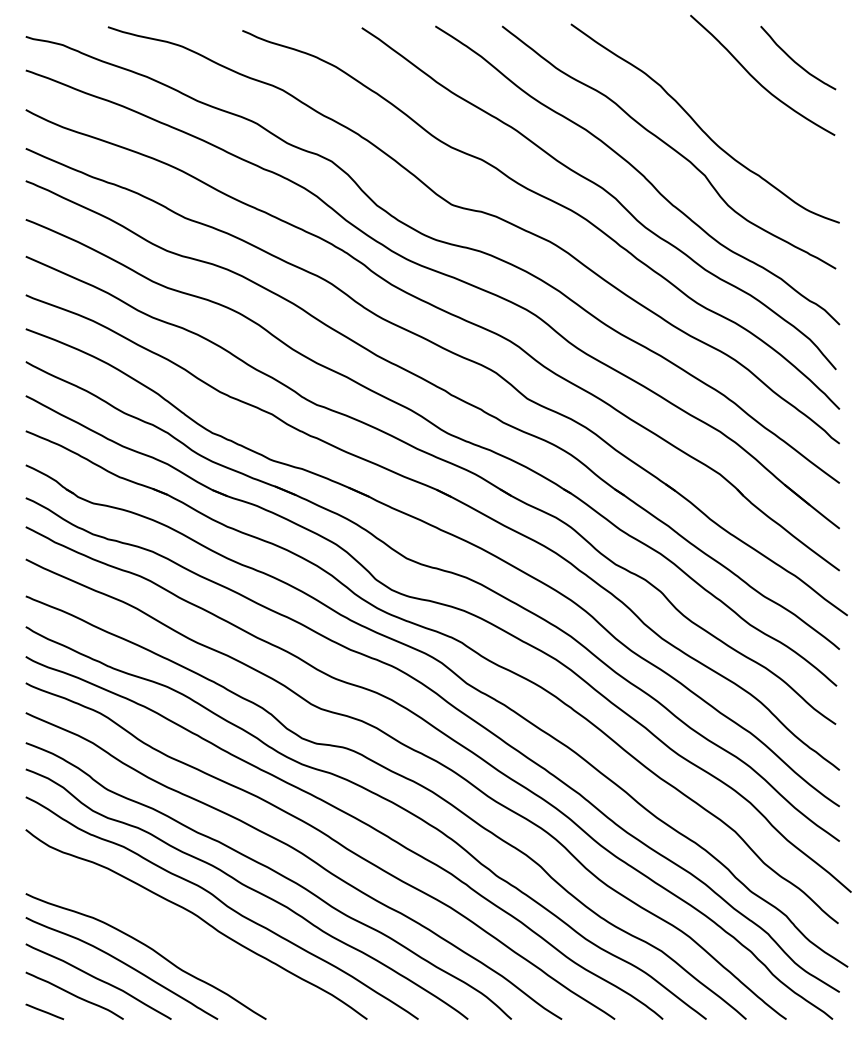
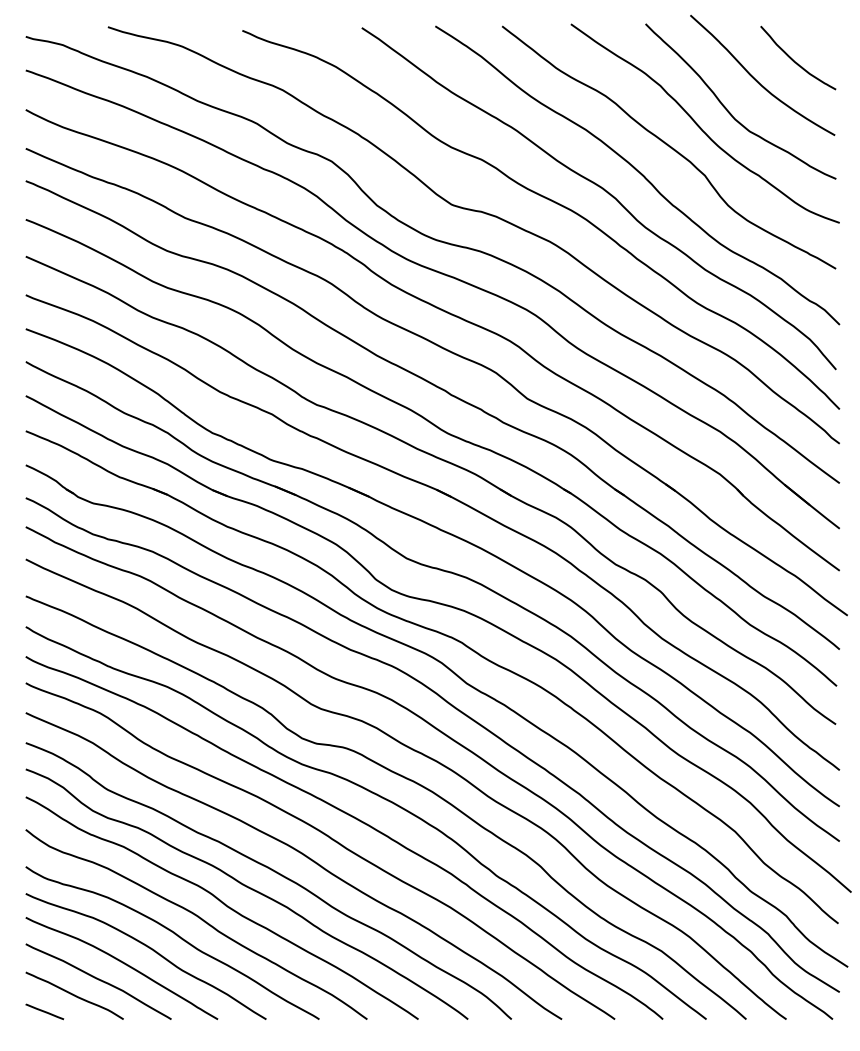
curve at (729, 111): none -> present
curve at (175, 935): none -> present
